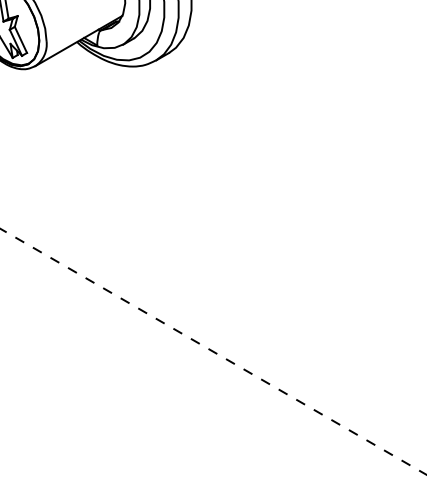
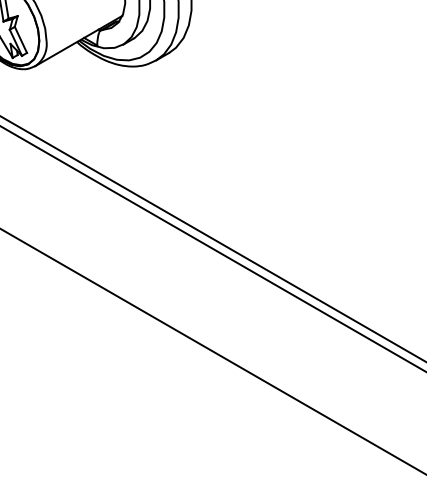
line at (212, 238): none -> present
line at (212, 248): none -> present
line at (213, 351): dashed -> solid
